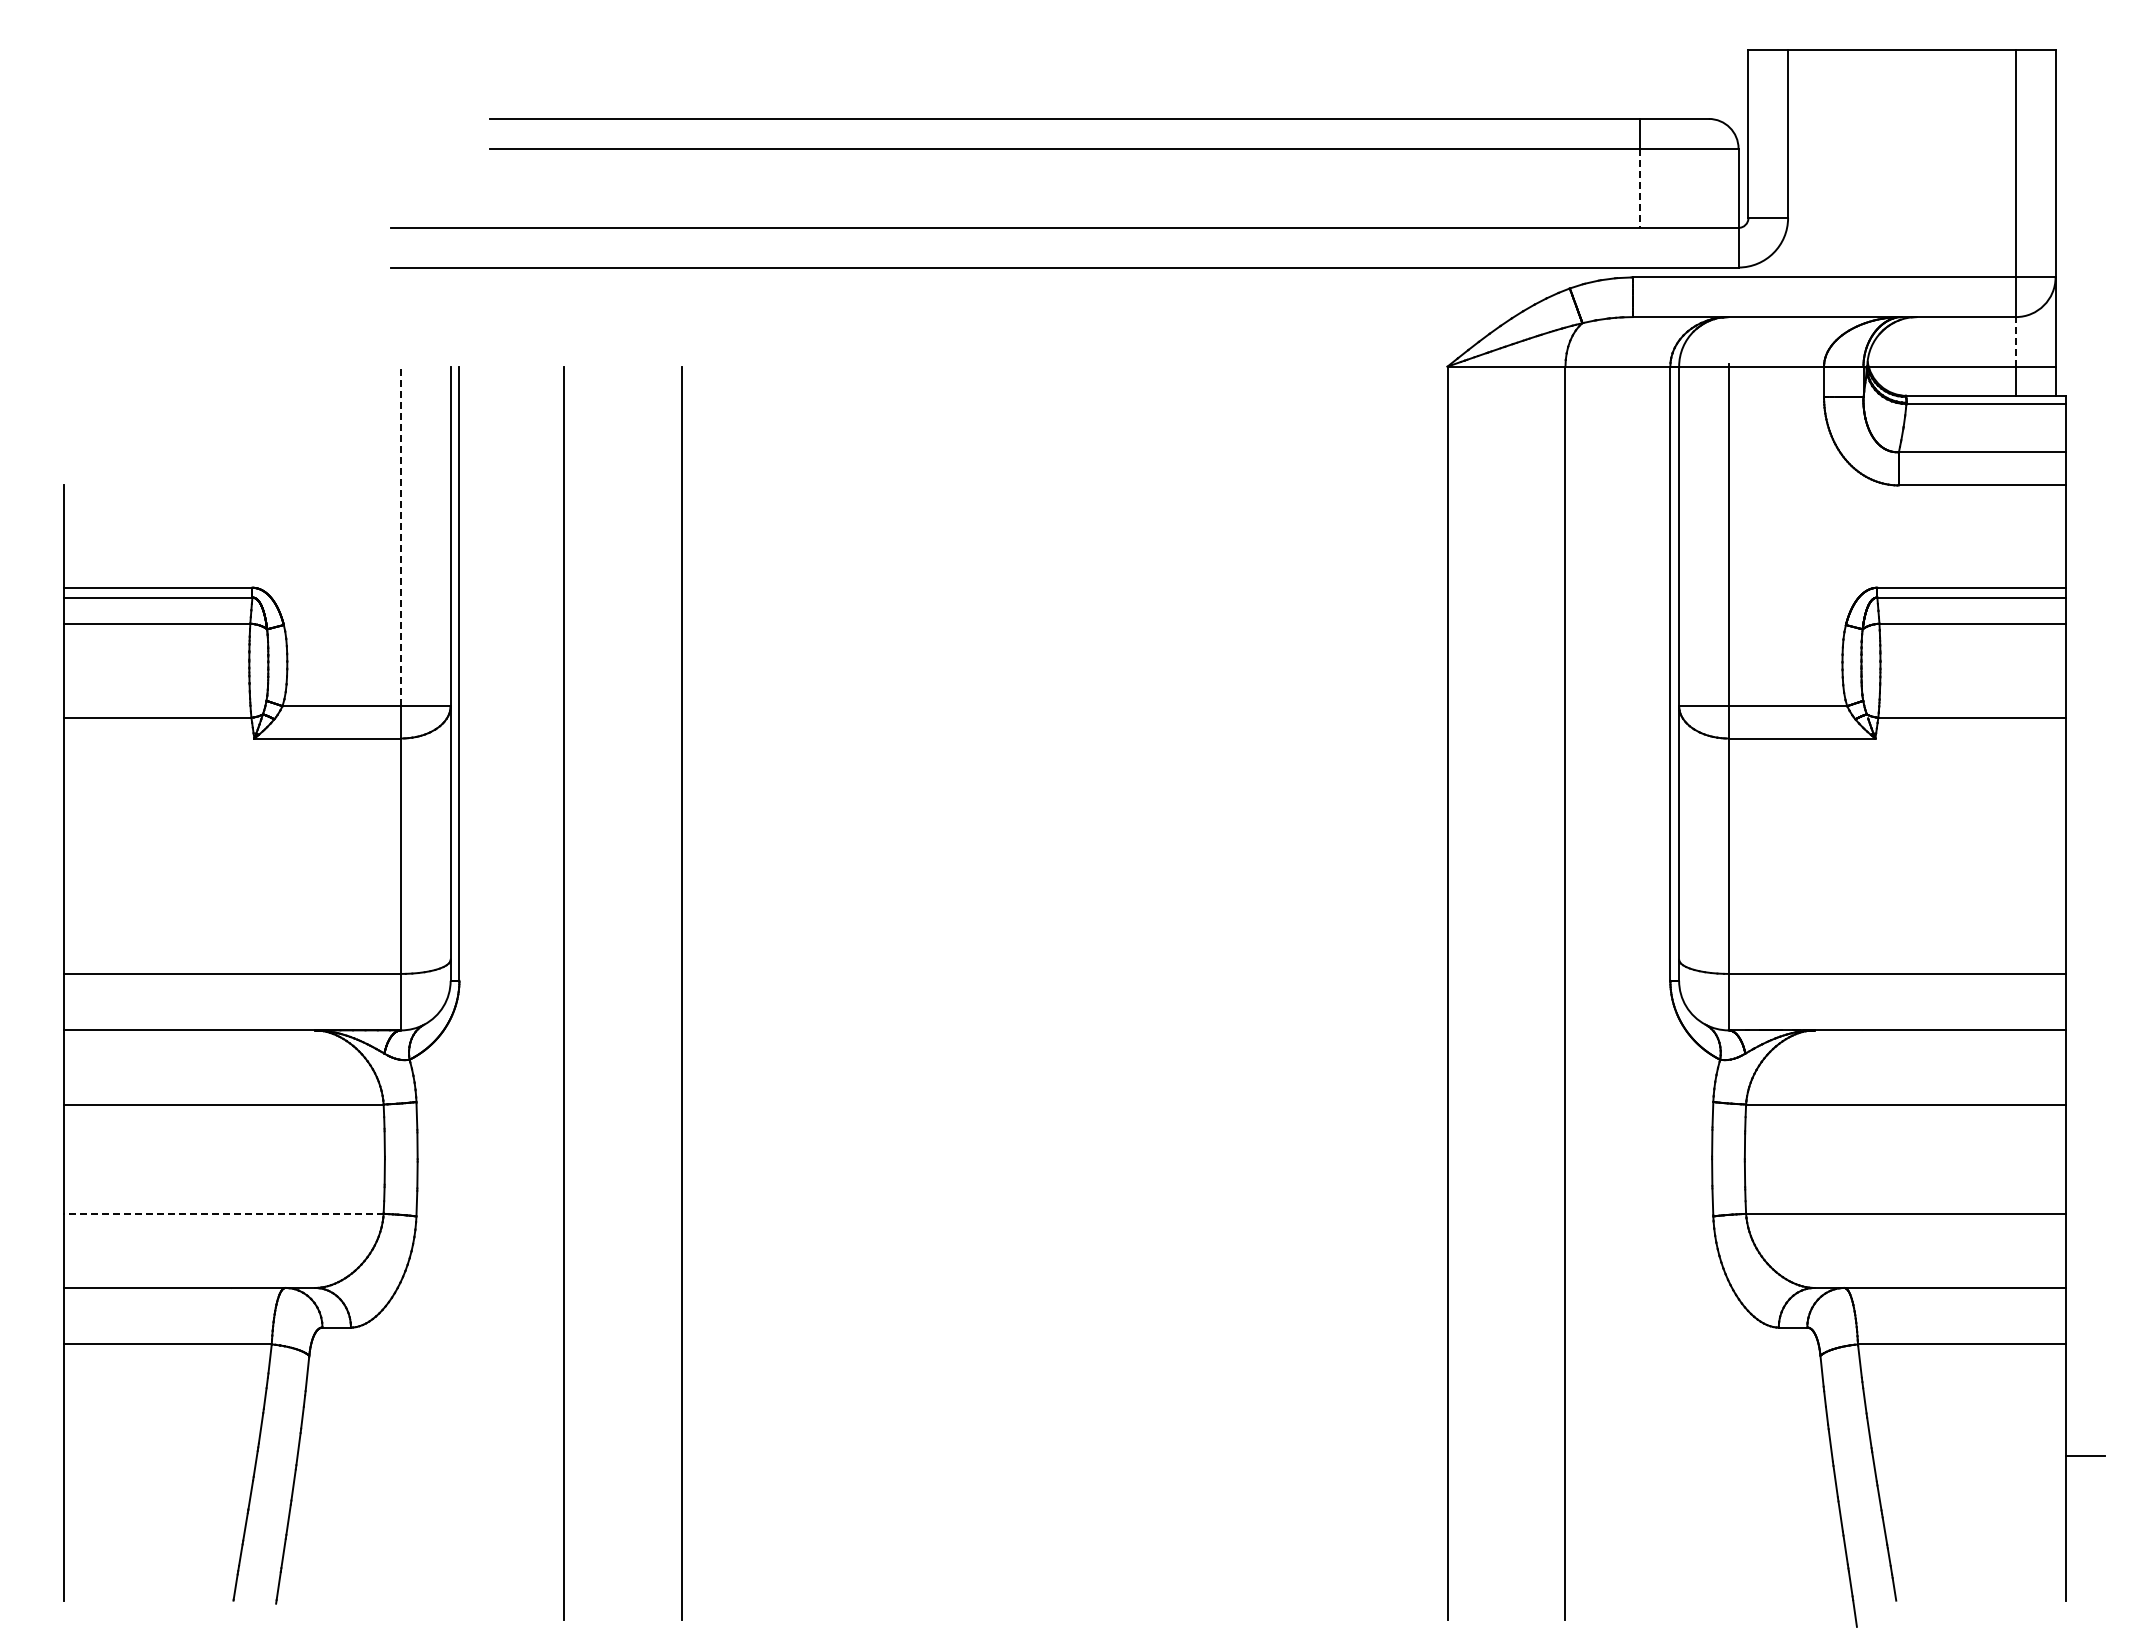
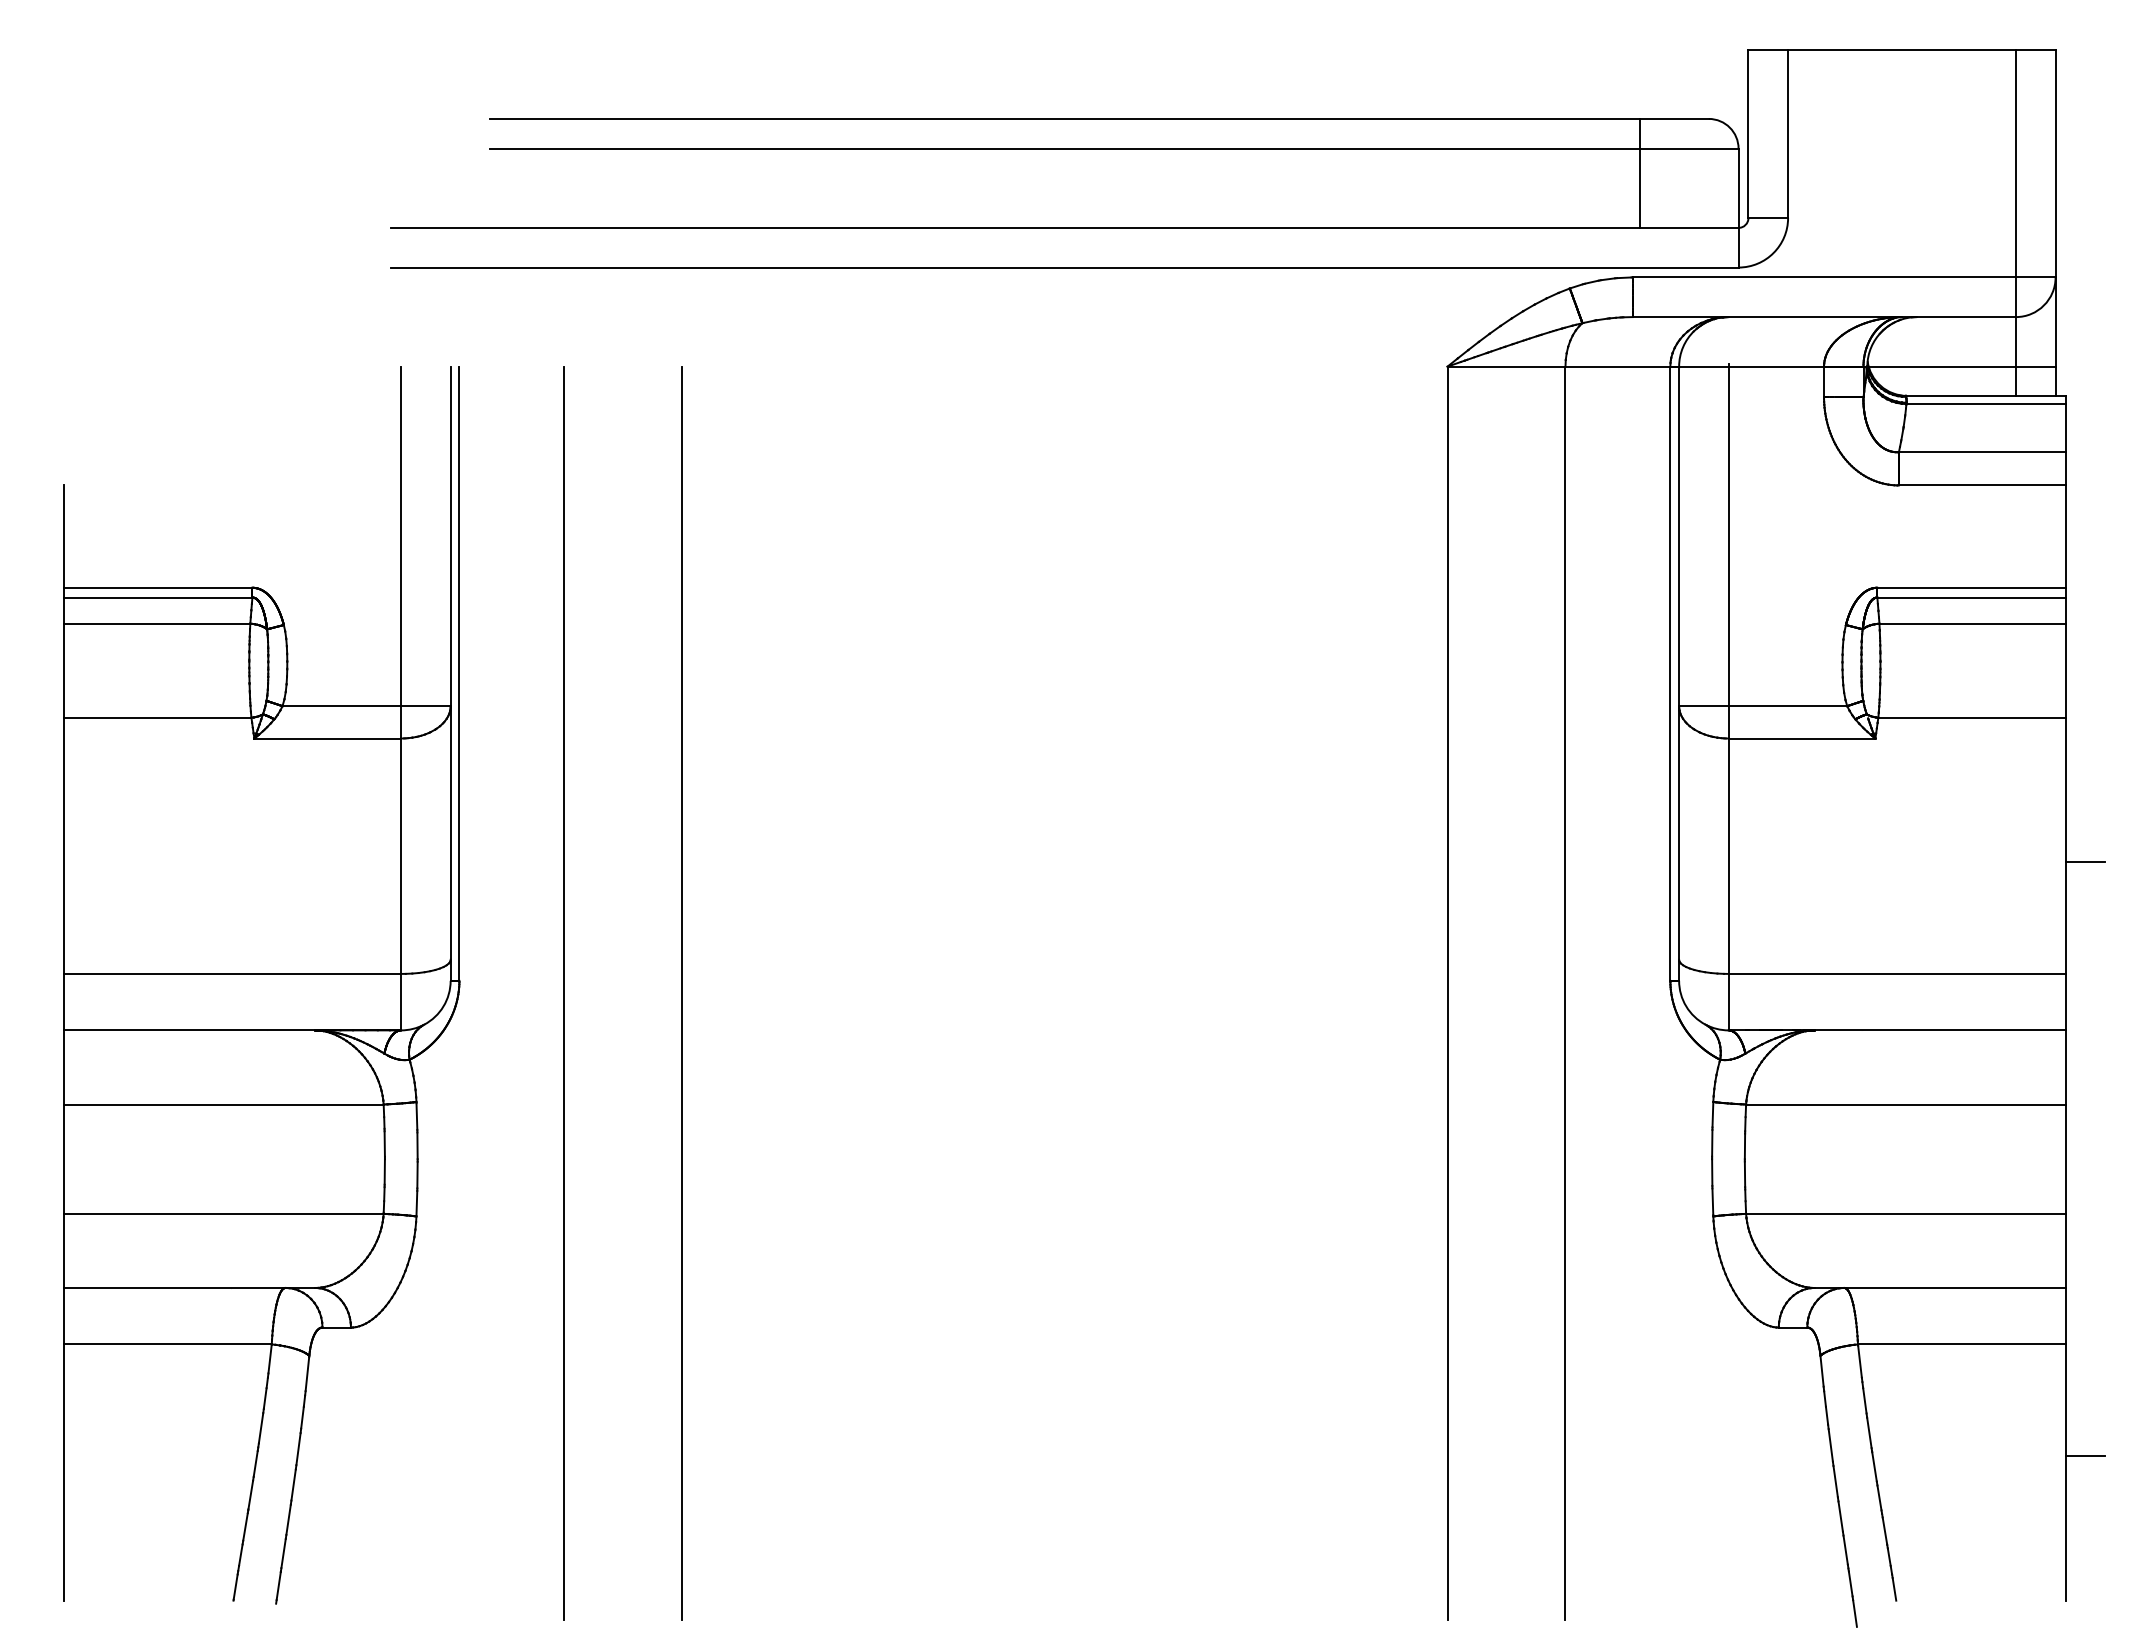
line at (1639, 188): dashed -> solid
line at (2015, 341): dashed -> solid
line at (401, 536): dashed -> solid
line at (2085, 861): none -> present
line at (223, 1213): dashed -> solid
